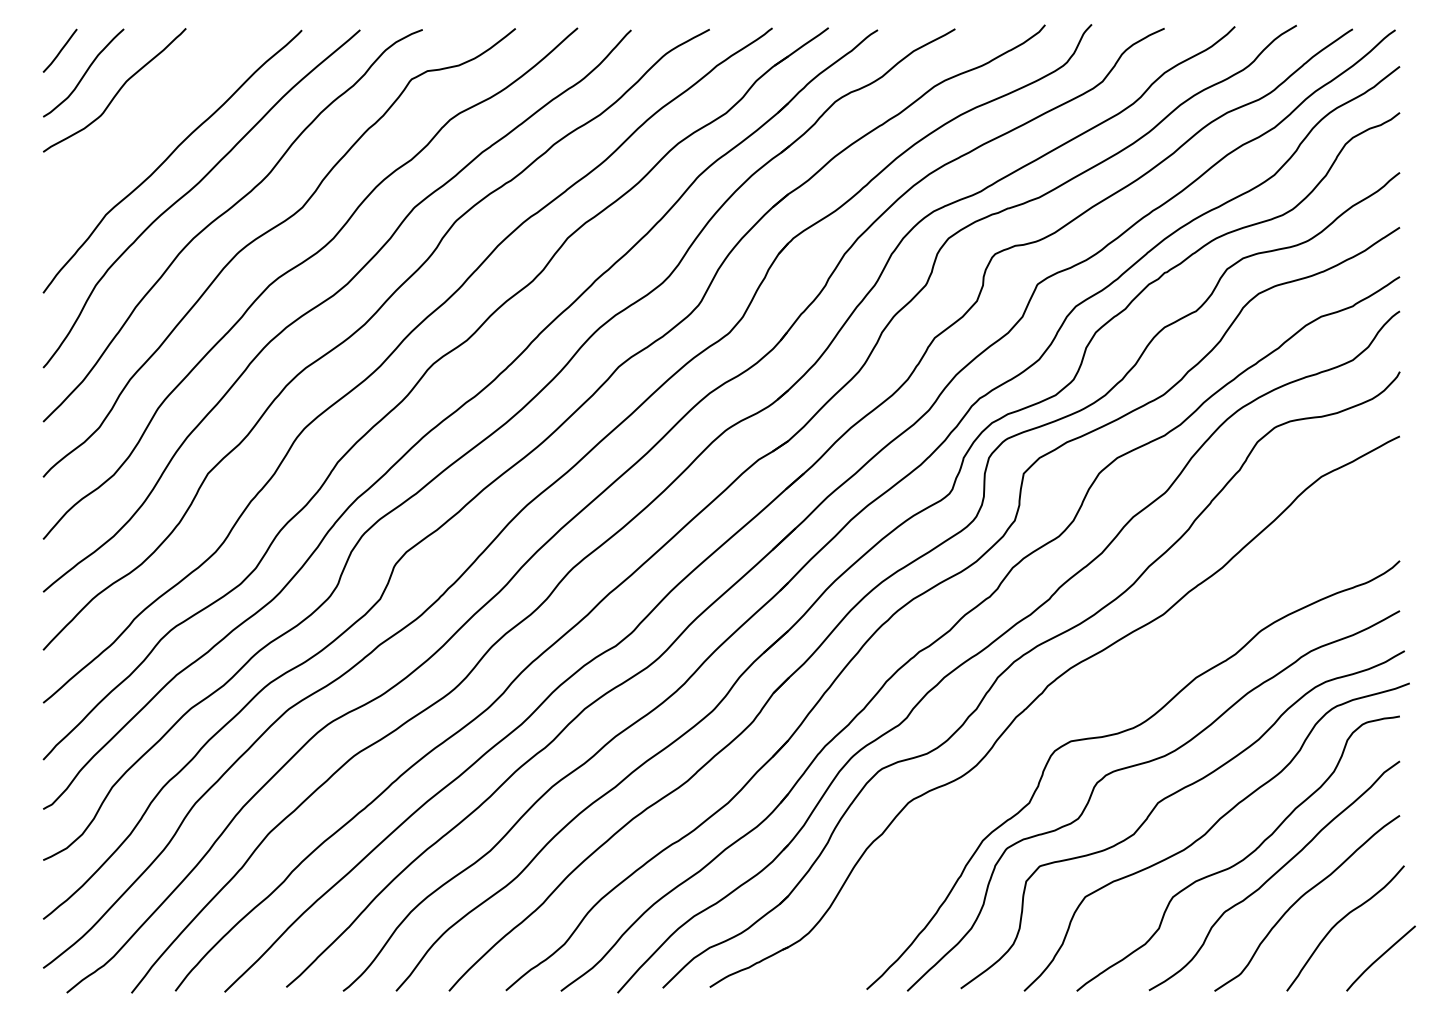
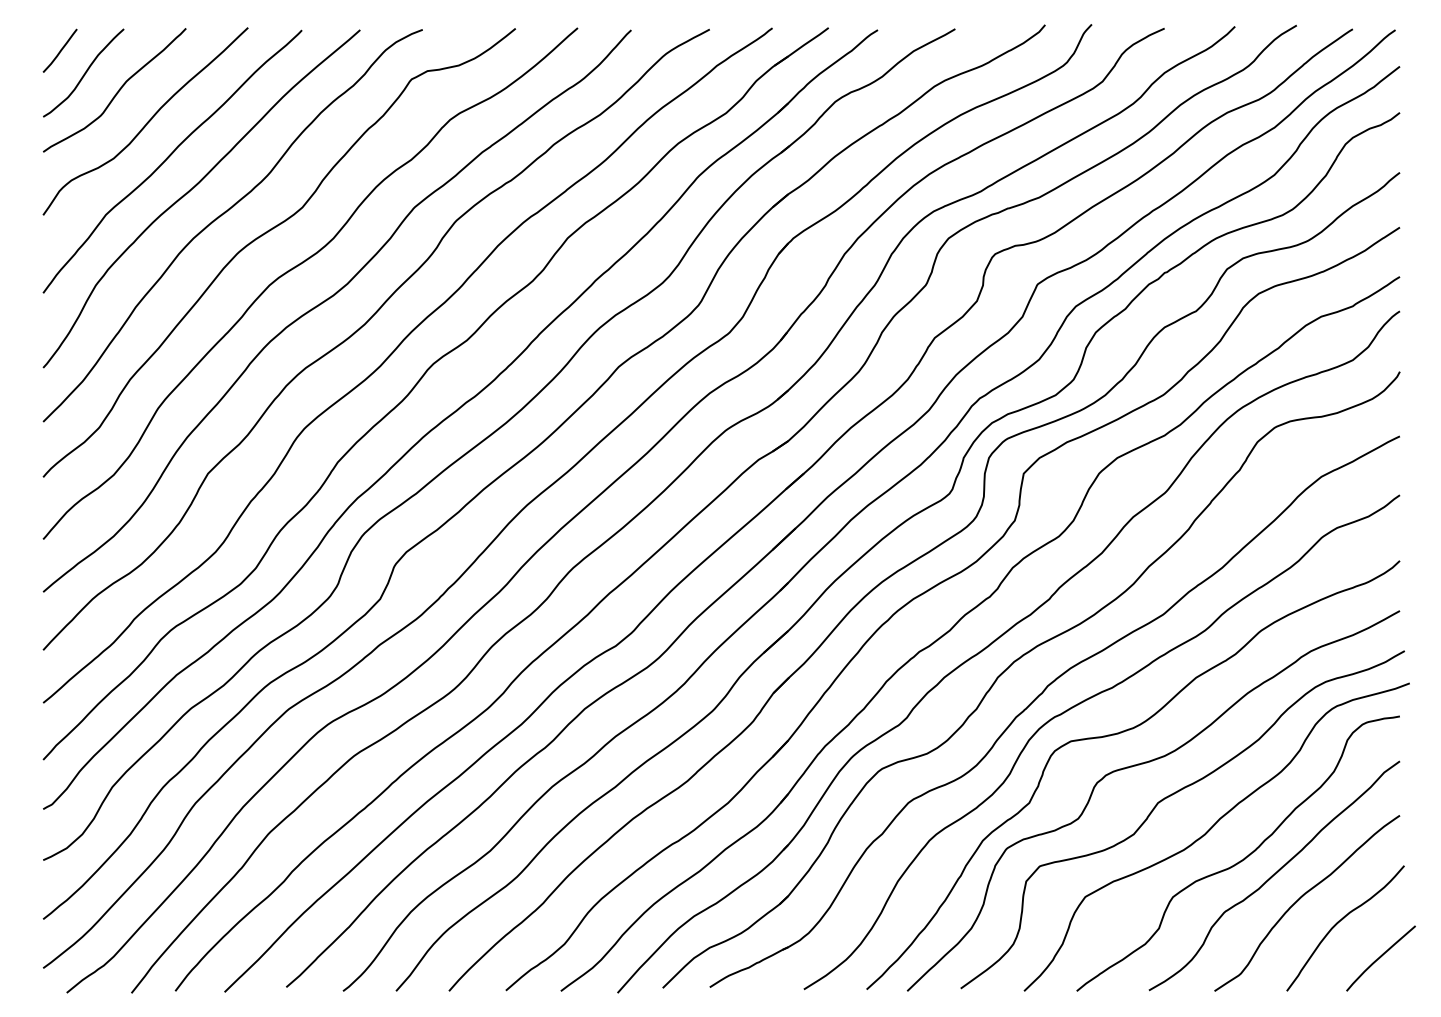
curve at (146, 122): none -> present
curve at (1080, 704): none -> present
